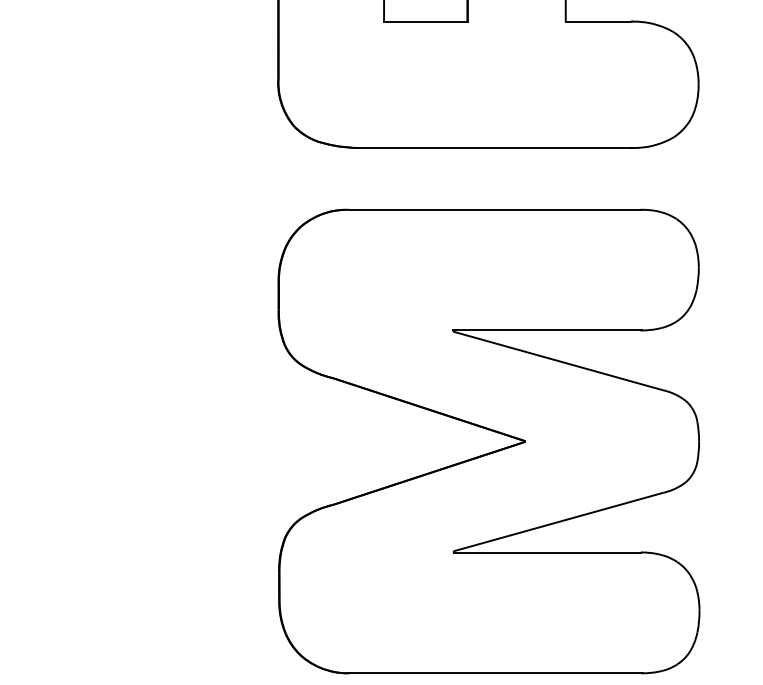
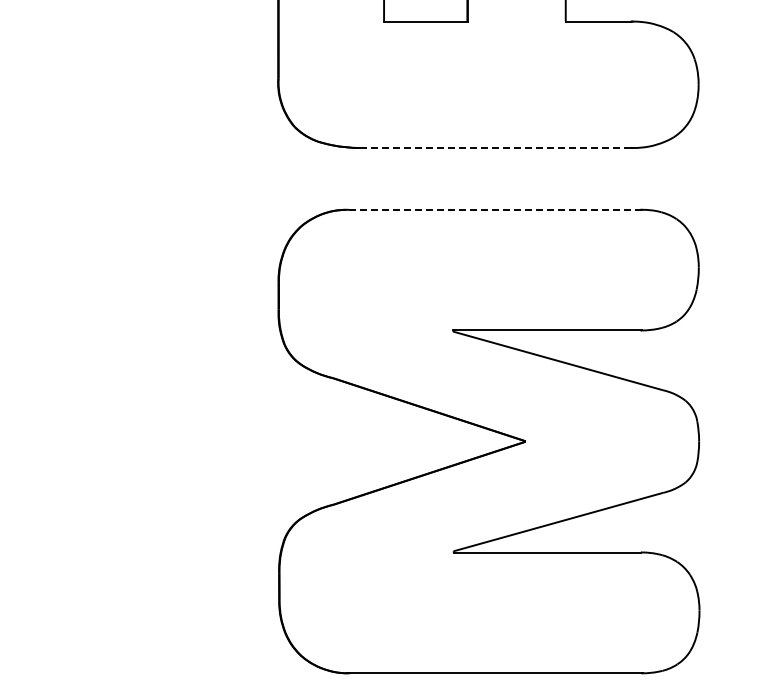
line at (497, 147): solid -> dashed
line at (495, 209): solid -> dashed
